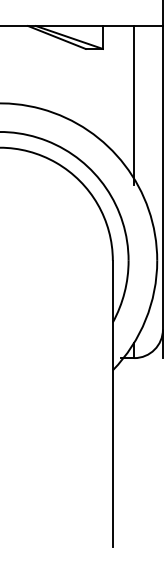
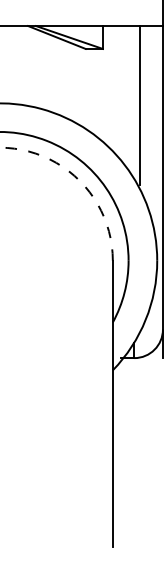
line at (134, 105) position: (134, 105) -> (140, 105)
arc at (79, 181): solid -> dashed
